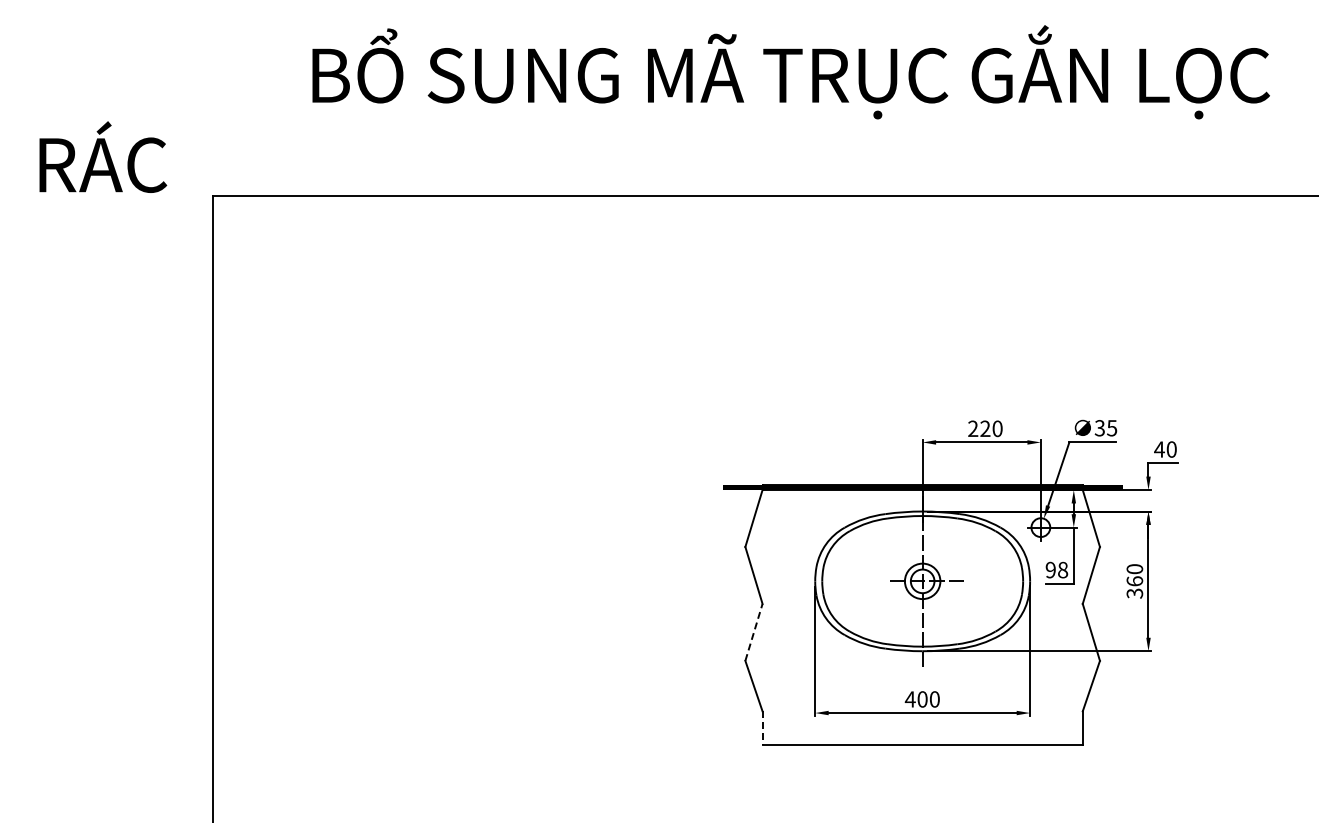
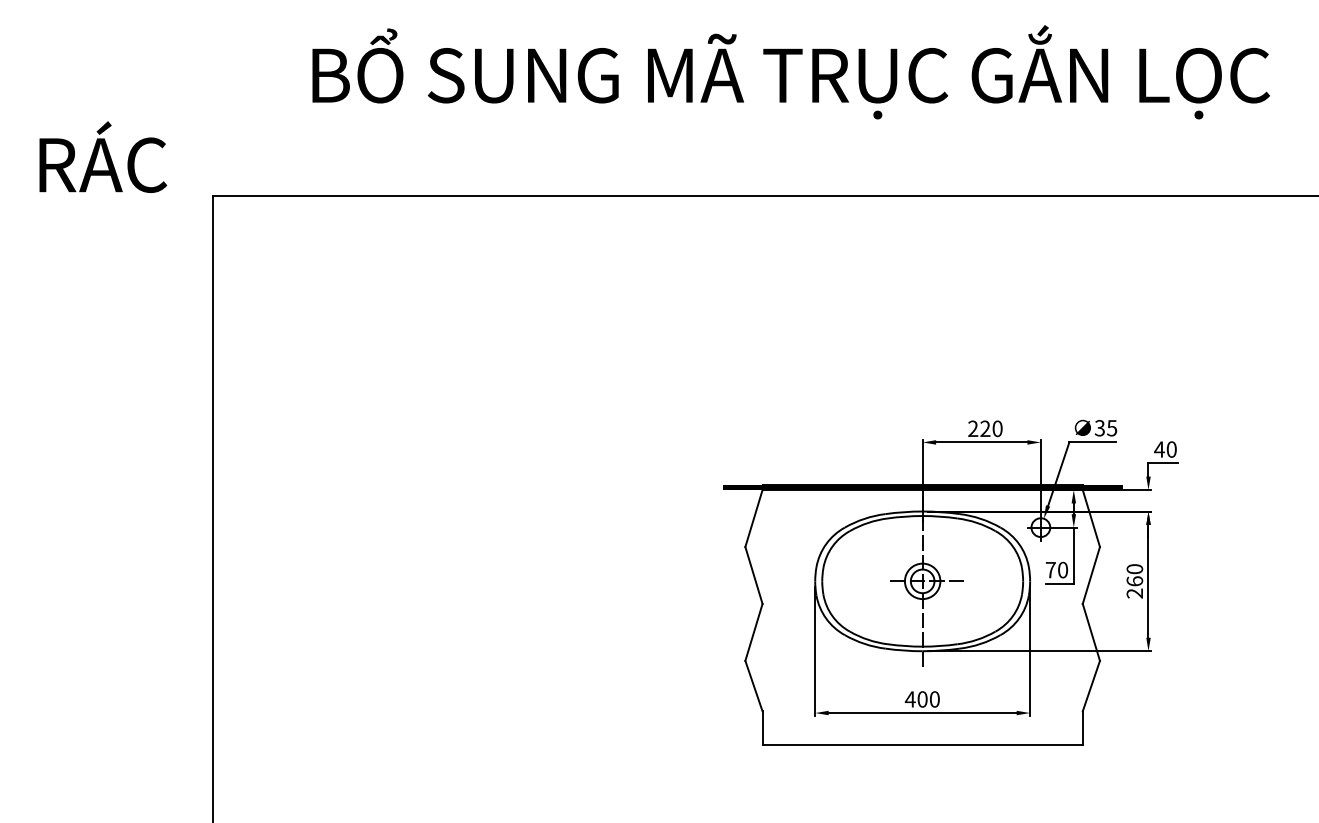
text at (1056, 569): 98 -> 70
text at (1135, 593): 360 -> 260
line at (753, 632): dashed -> solid
line at (762, 728): dashed -> solid
